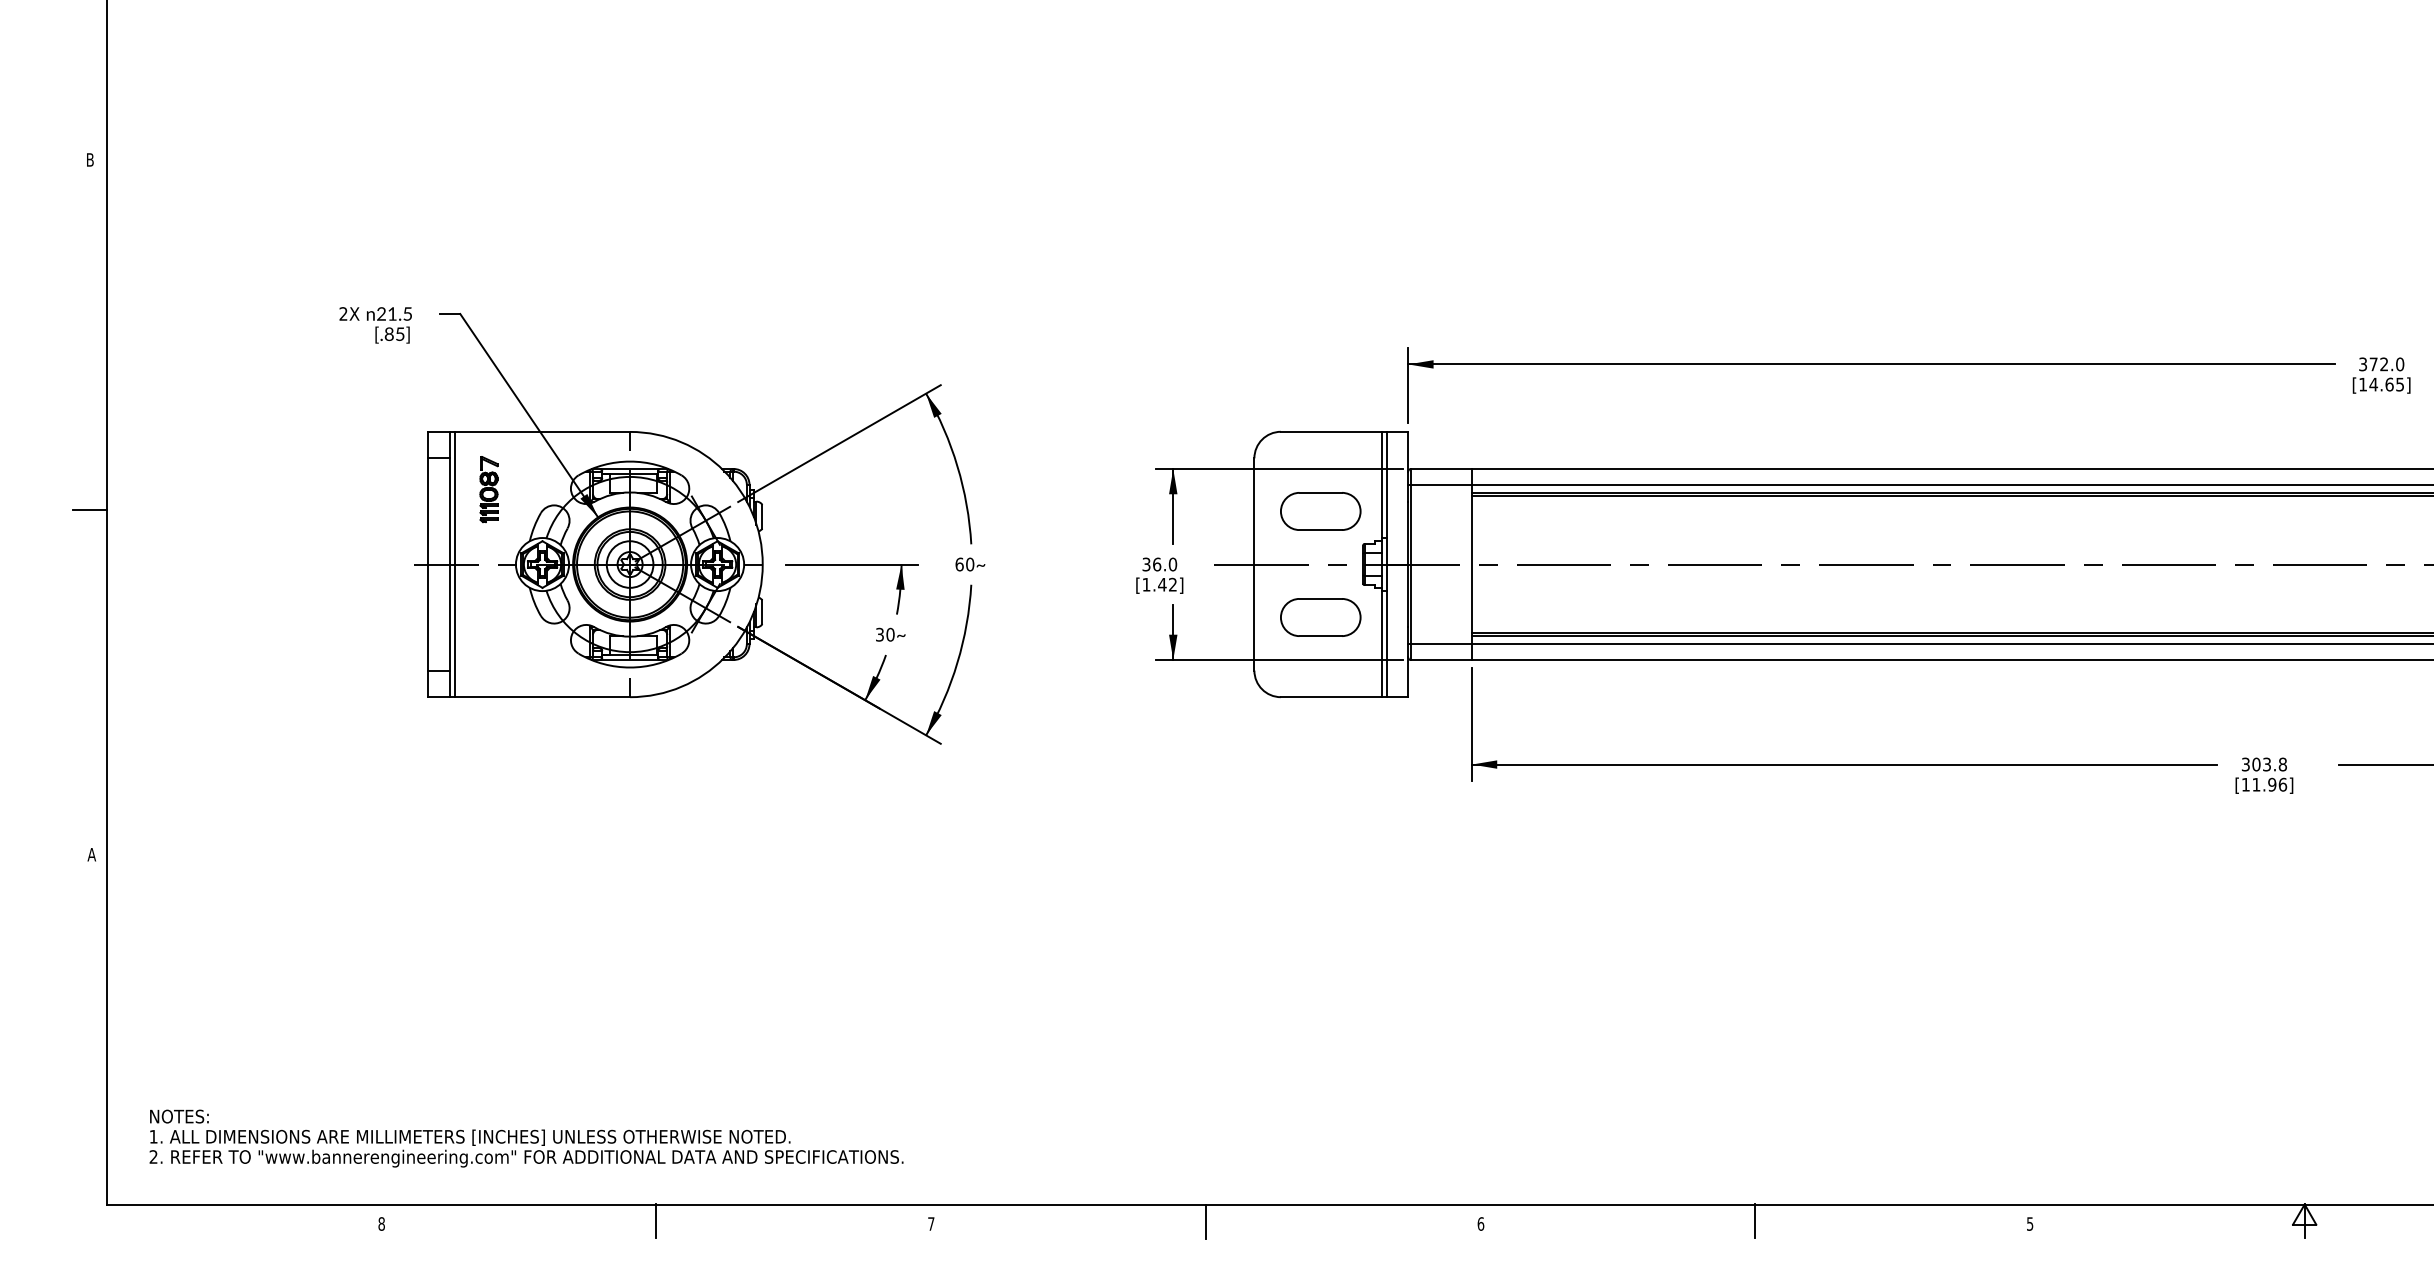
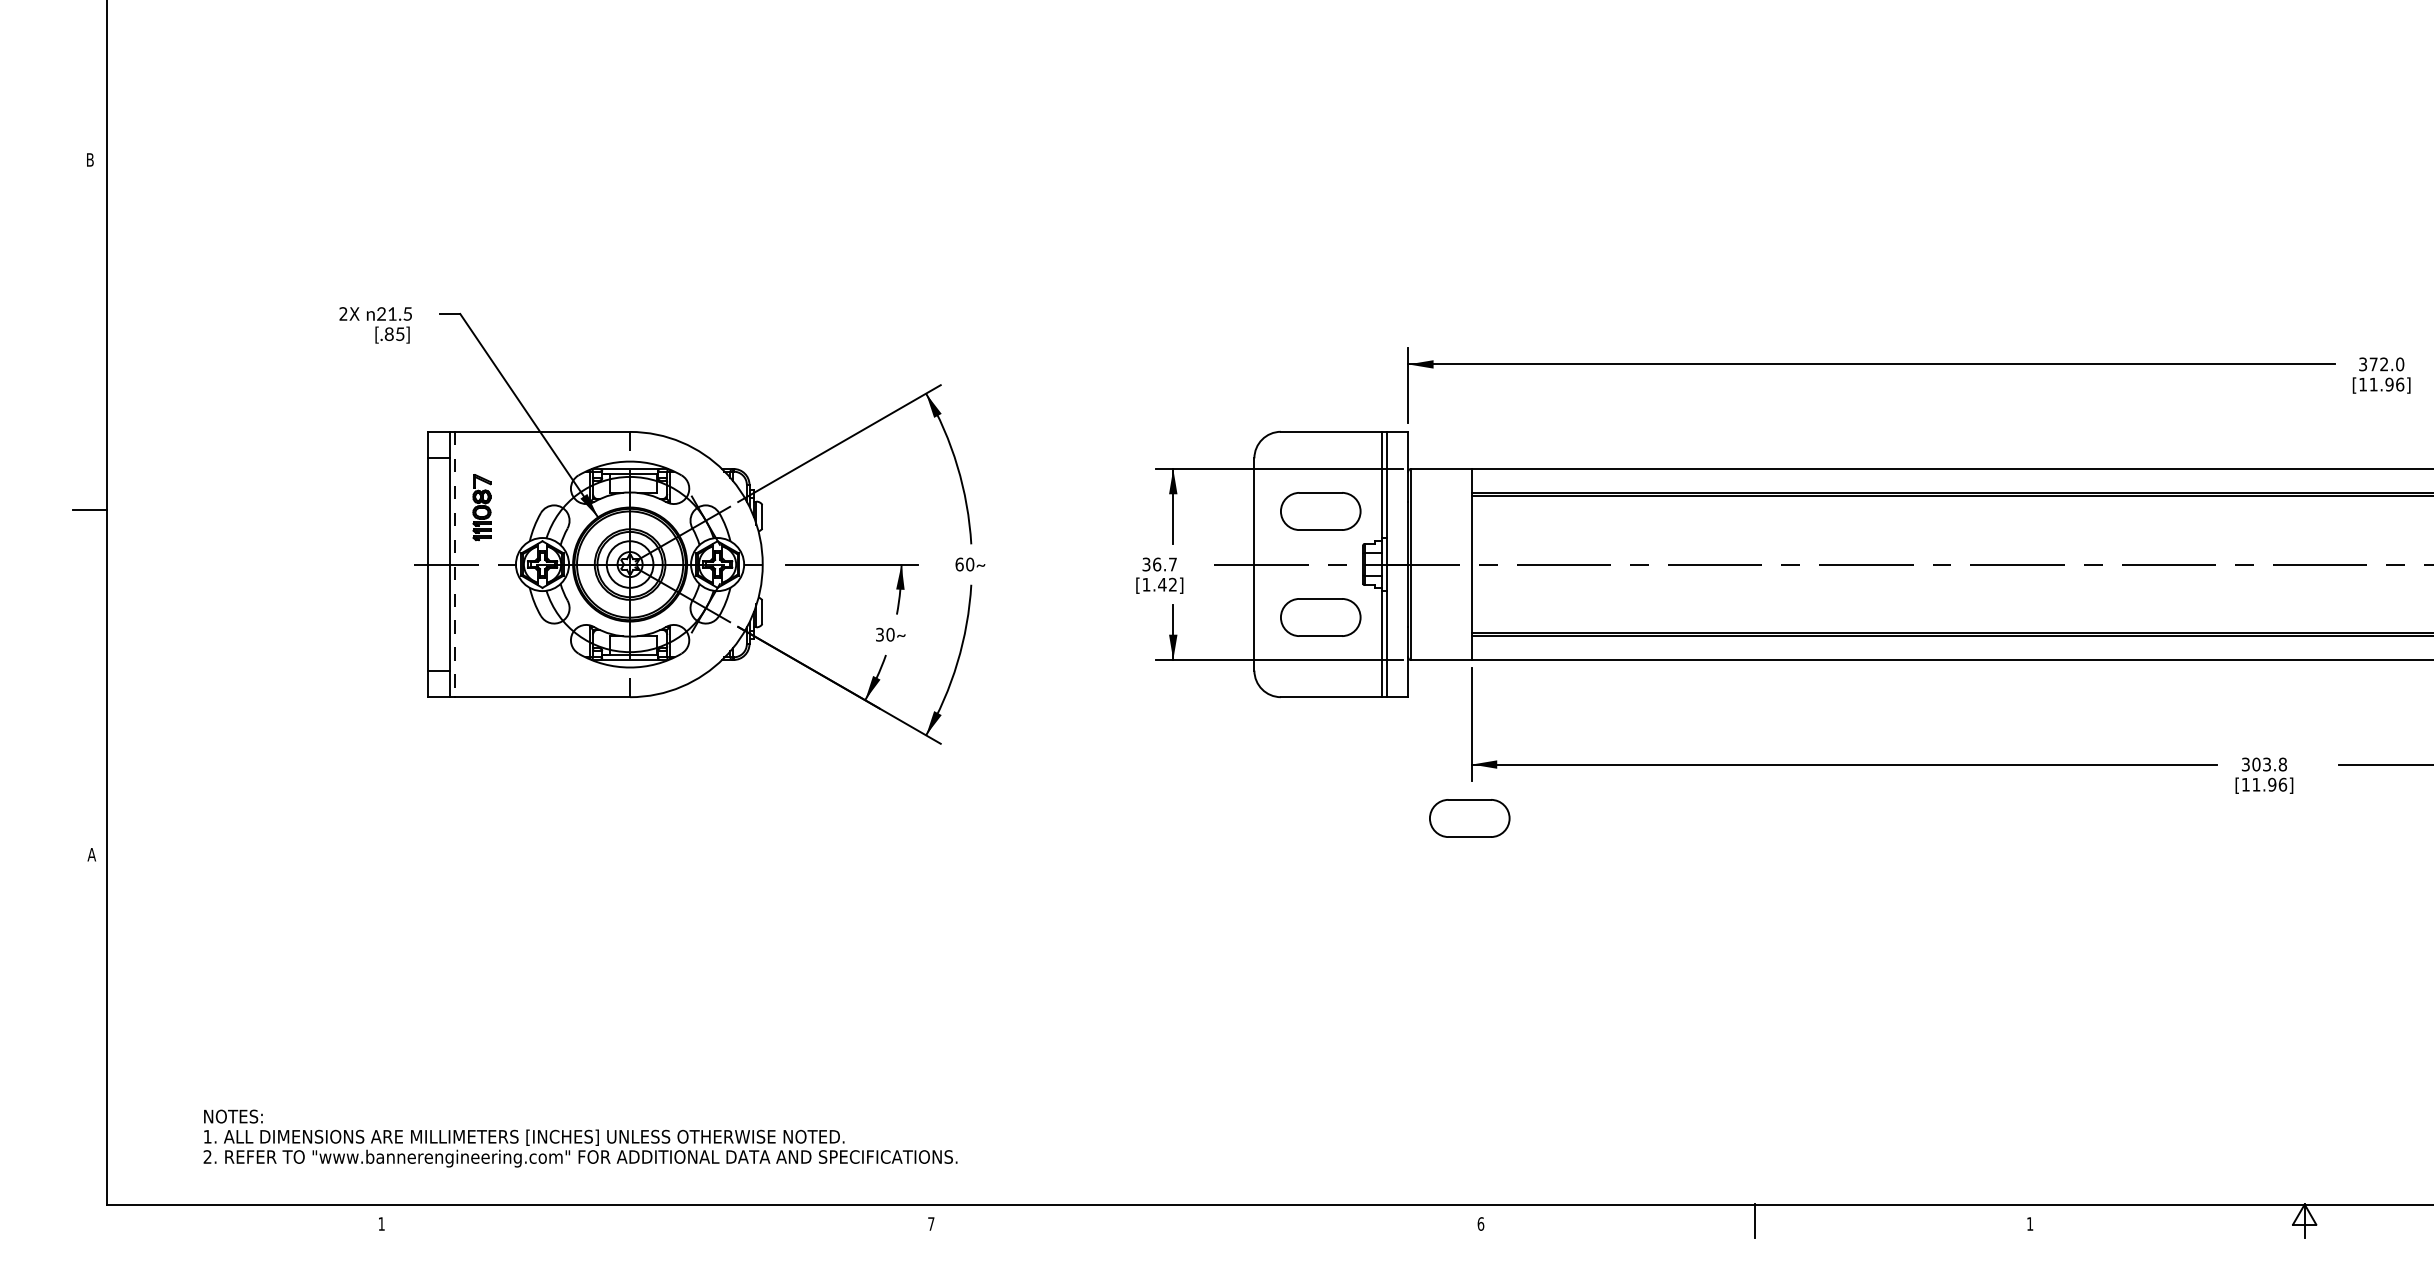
text at (2386, 384): [14.65] -> [11.96]
line at (1919, 484): present -> none
part at (488, 489) position: (488, 489) -> (481, 507)
line at (455, 564): solid -> dashed
text at (1172, 564): 36.0 -> 36.7
line at (1919, 644): present -> none
part at (1469, 818): none -> present
text at (526, 1138) position: (526, 1138) -> (580, 1138)
line at (656, 1221): present -> none
line at (1205, 1221): present -> none
text at (381, 1223): 8 -> 1
text at (2030, 1223): 5 -> 1
